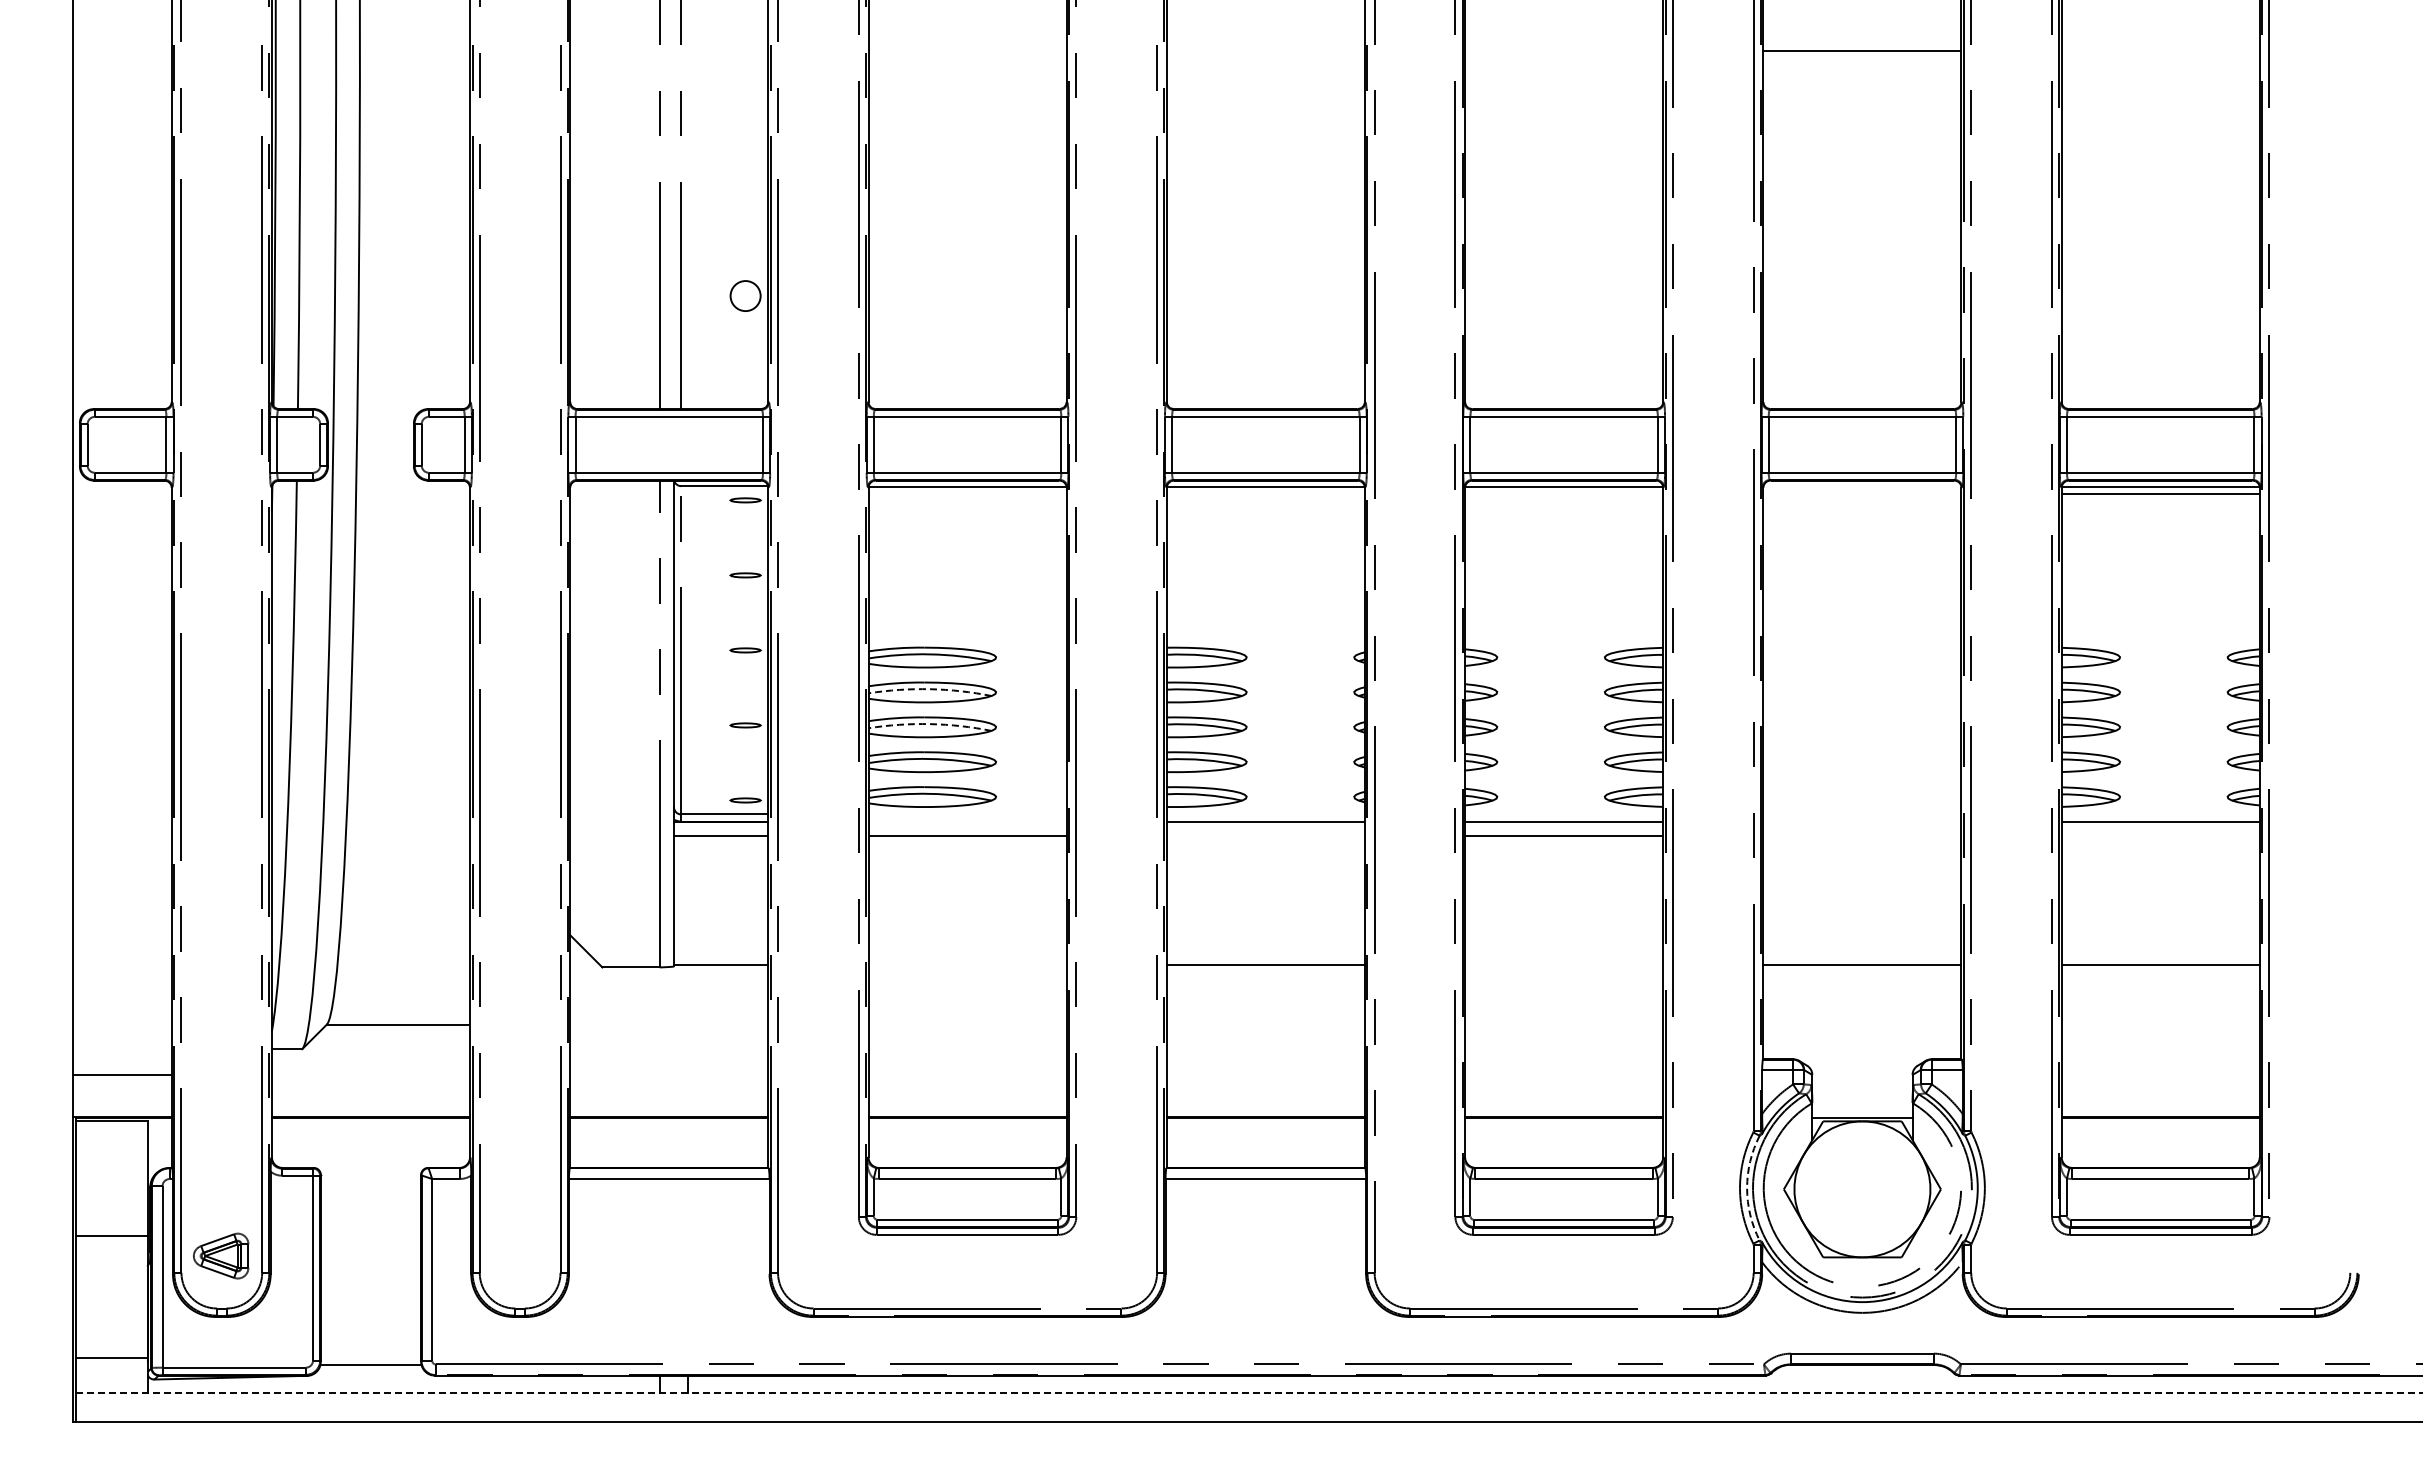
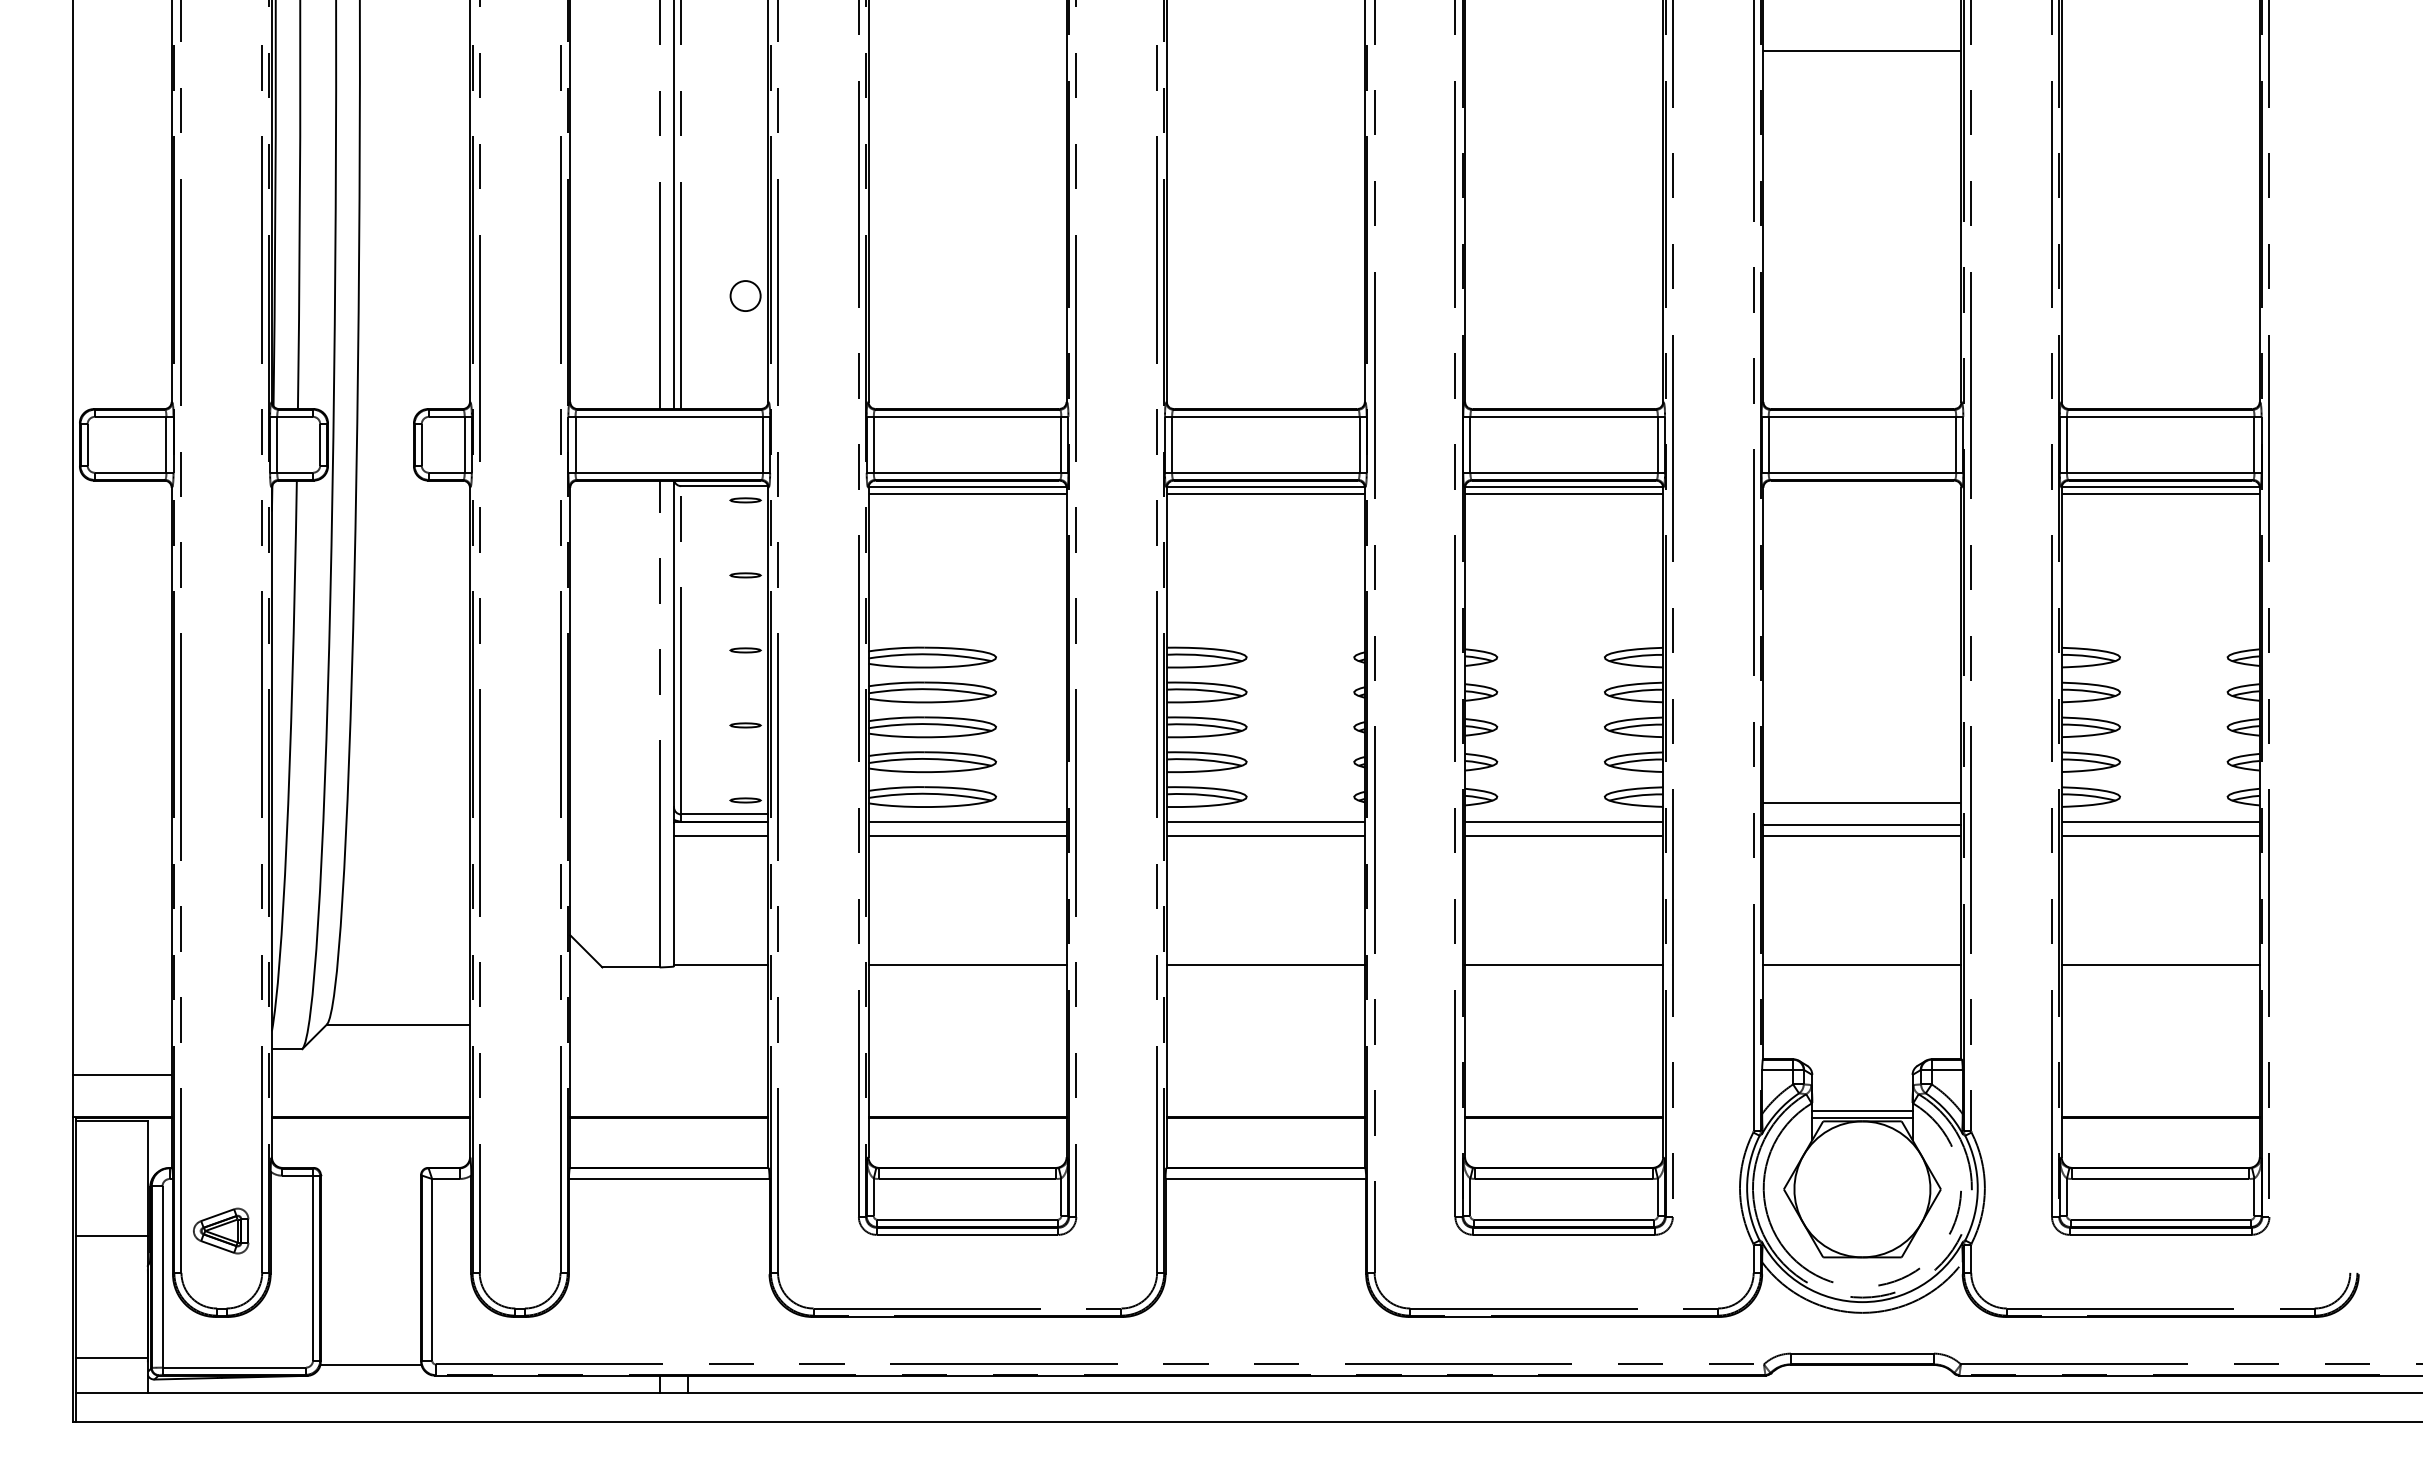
line at (674, 205): none -> present
line at (967, 494): none -> present
line at (1265, 494): none -> present
line at (1564, 494): none -> present
arc at (930, 689): dashed -> solid
arc at (930, 724): dashed -> solid
line at (1862, 803): none -> present
line at (967, 822): none -> present
line at (1862, 824): none -> present
line at (1265, 836): none -> present
line at (1862, 836): none -> present
line at (2160, 836): none -> present
line at (967, 964): none -> present
line at (1564, 964): none -> present
line at (1862, 1111): none -> present
arc at (1747, 1188): dashed -> solid
part at (221, 1255) position: (221, 1255) -> (221, 1230)
line at (1250, 1393): dashed -> solid
